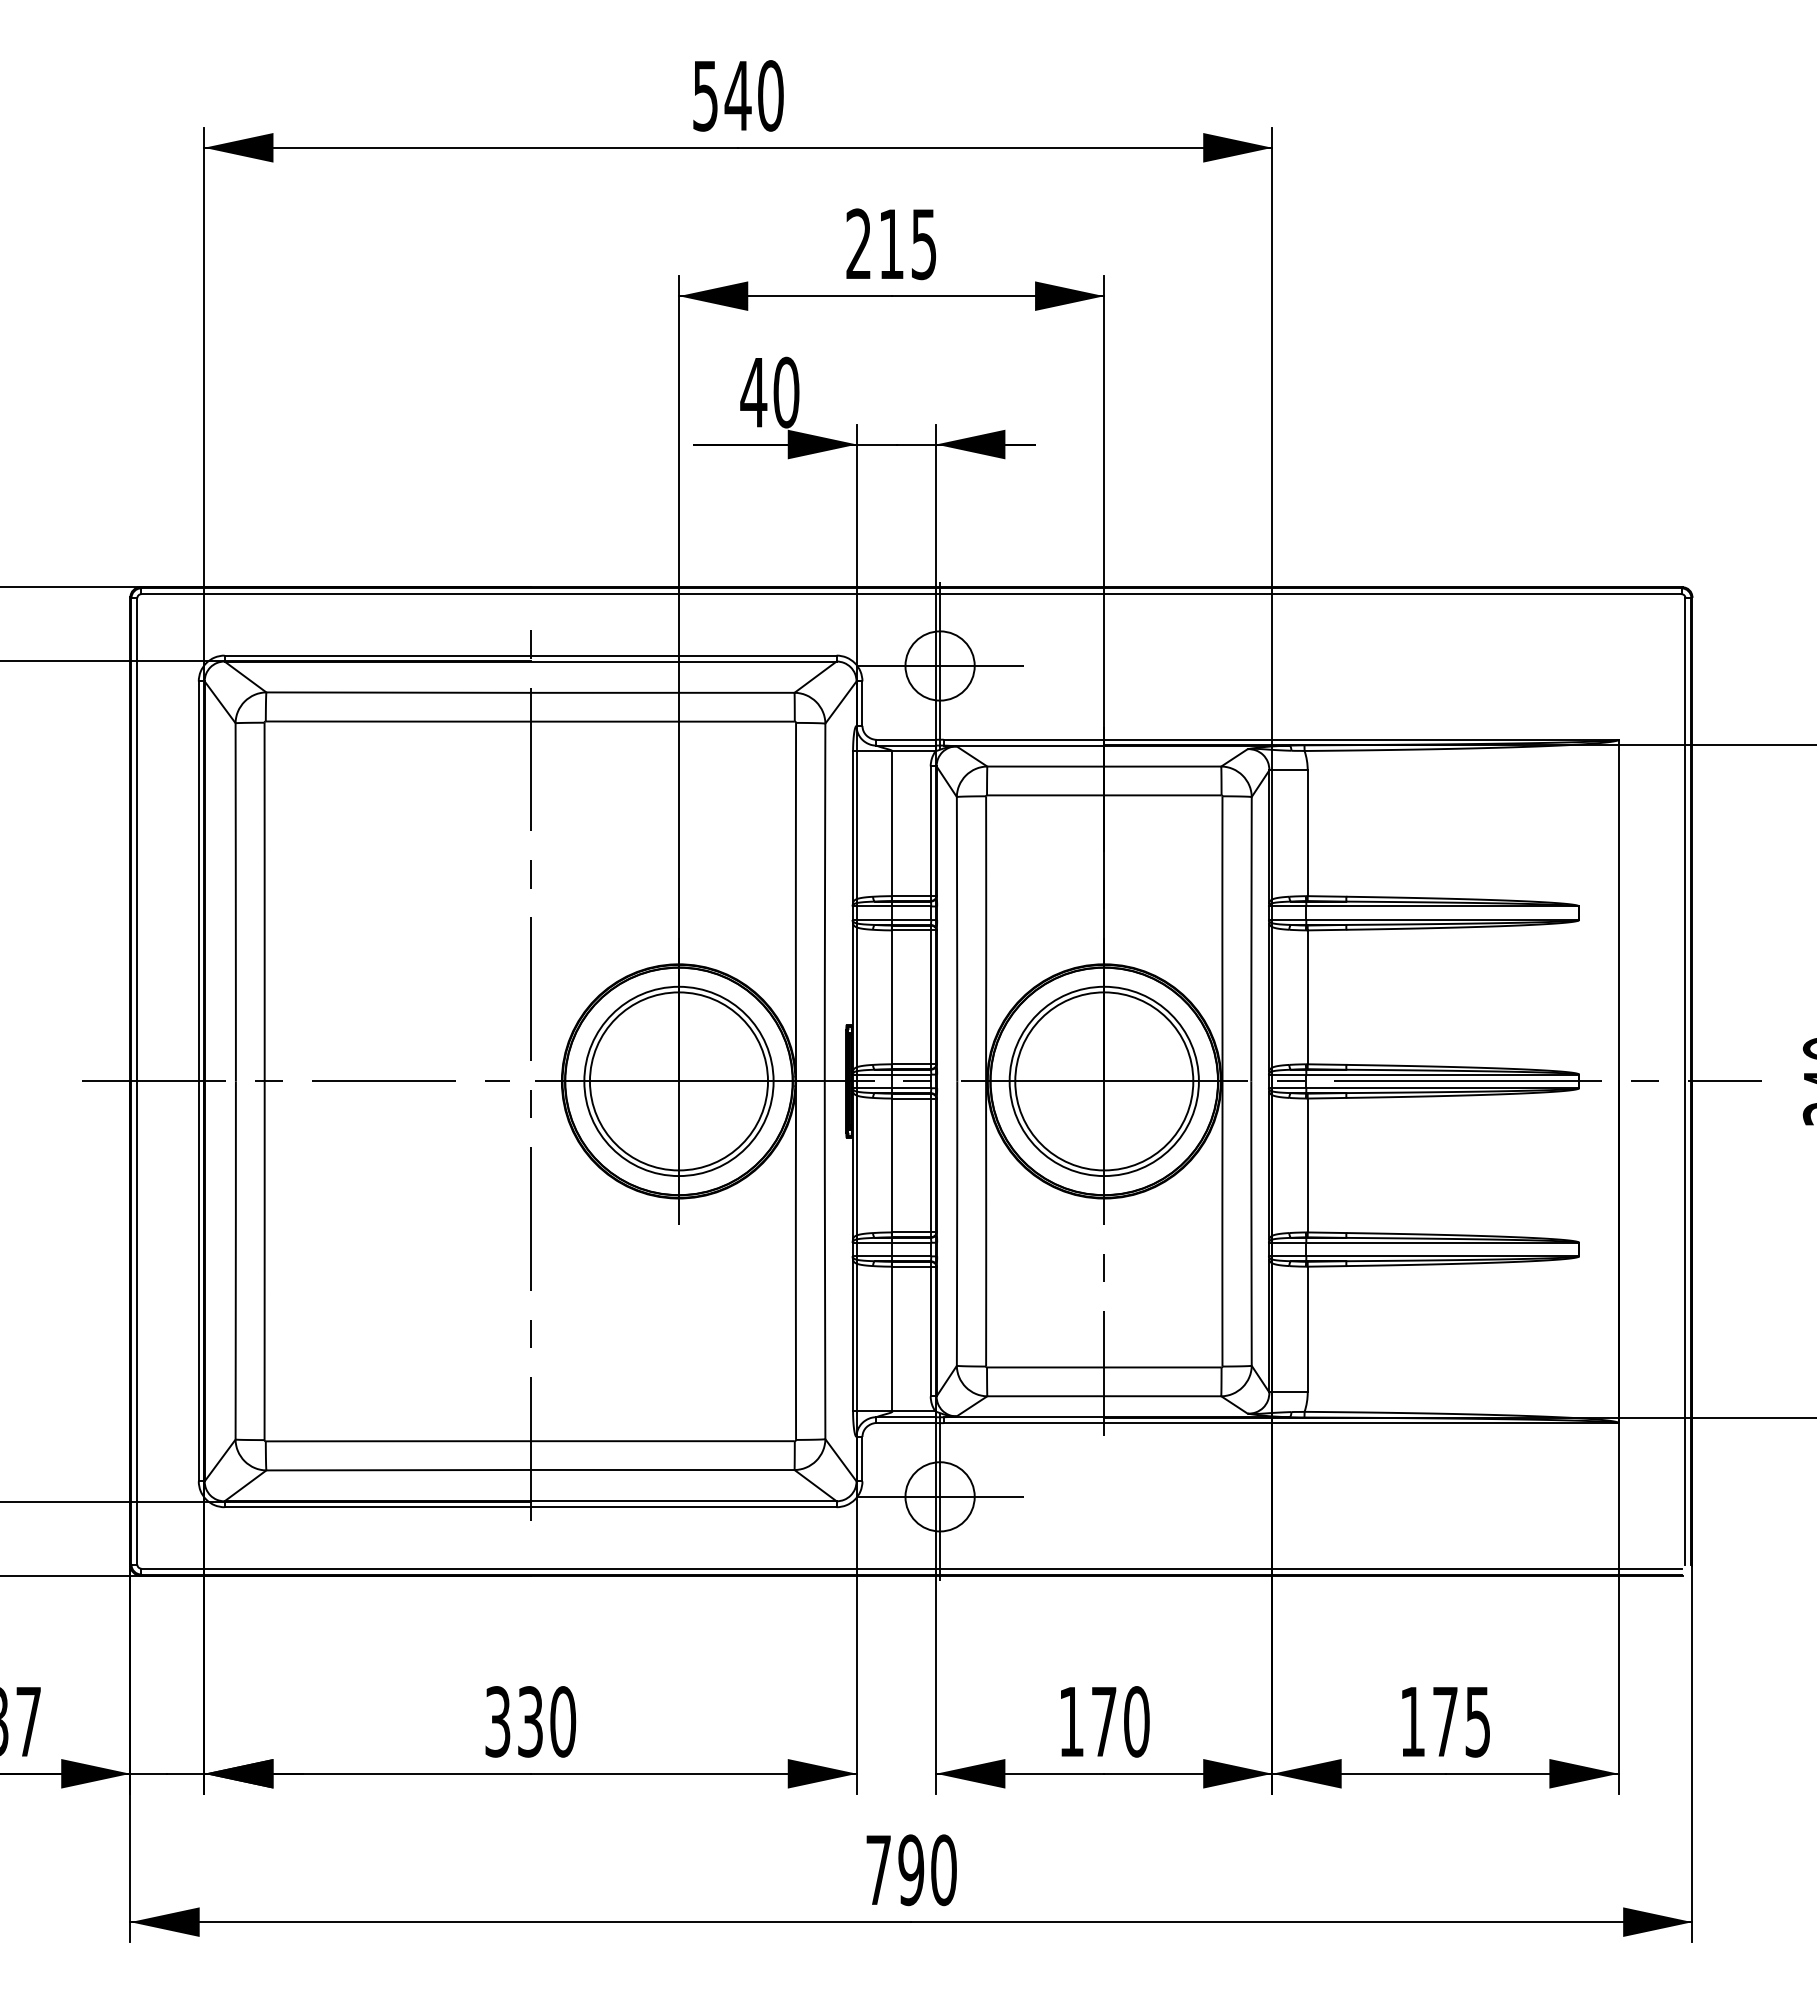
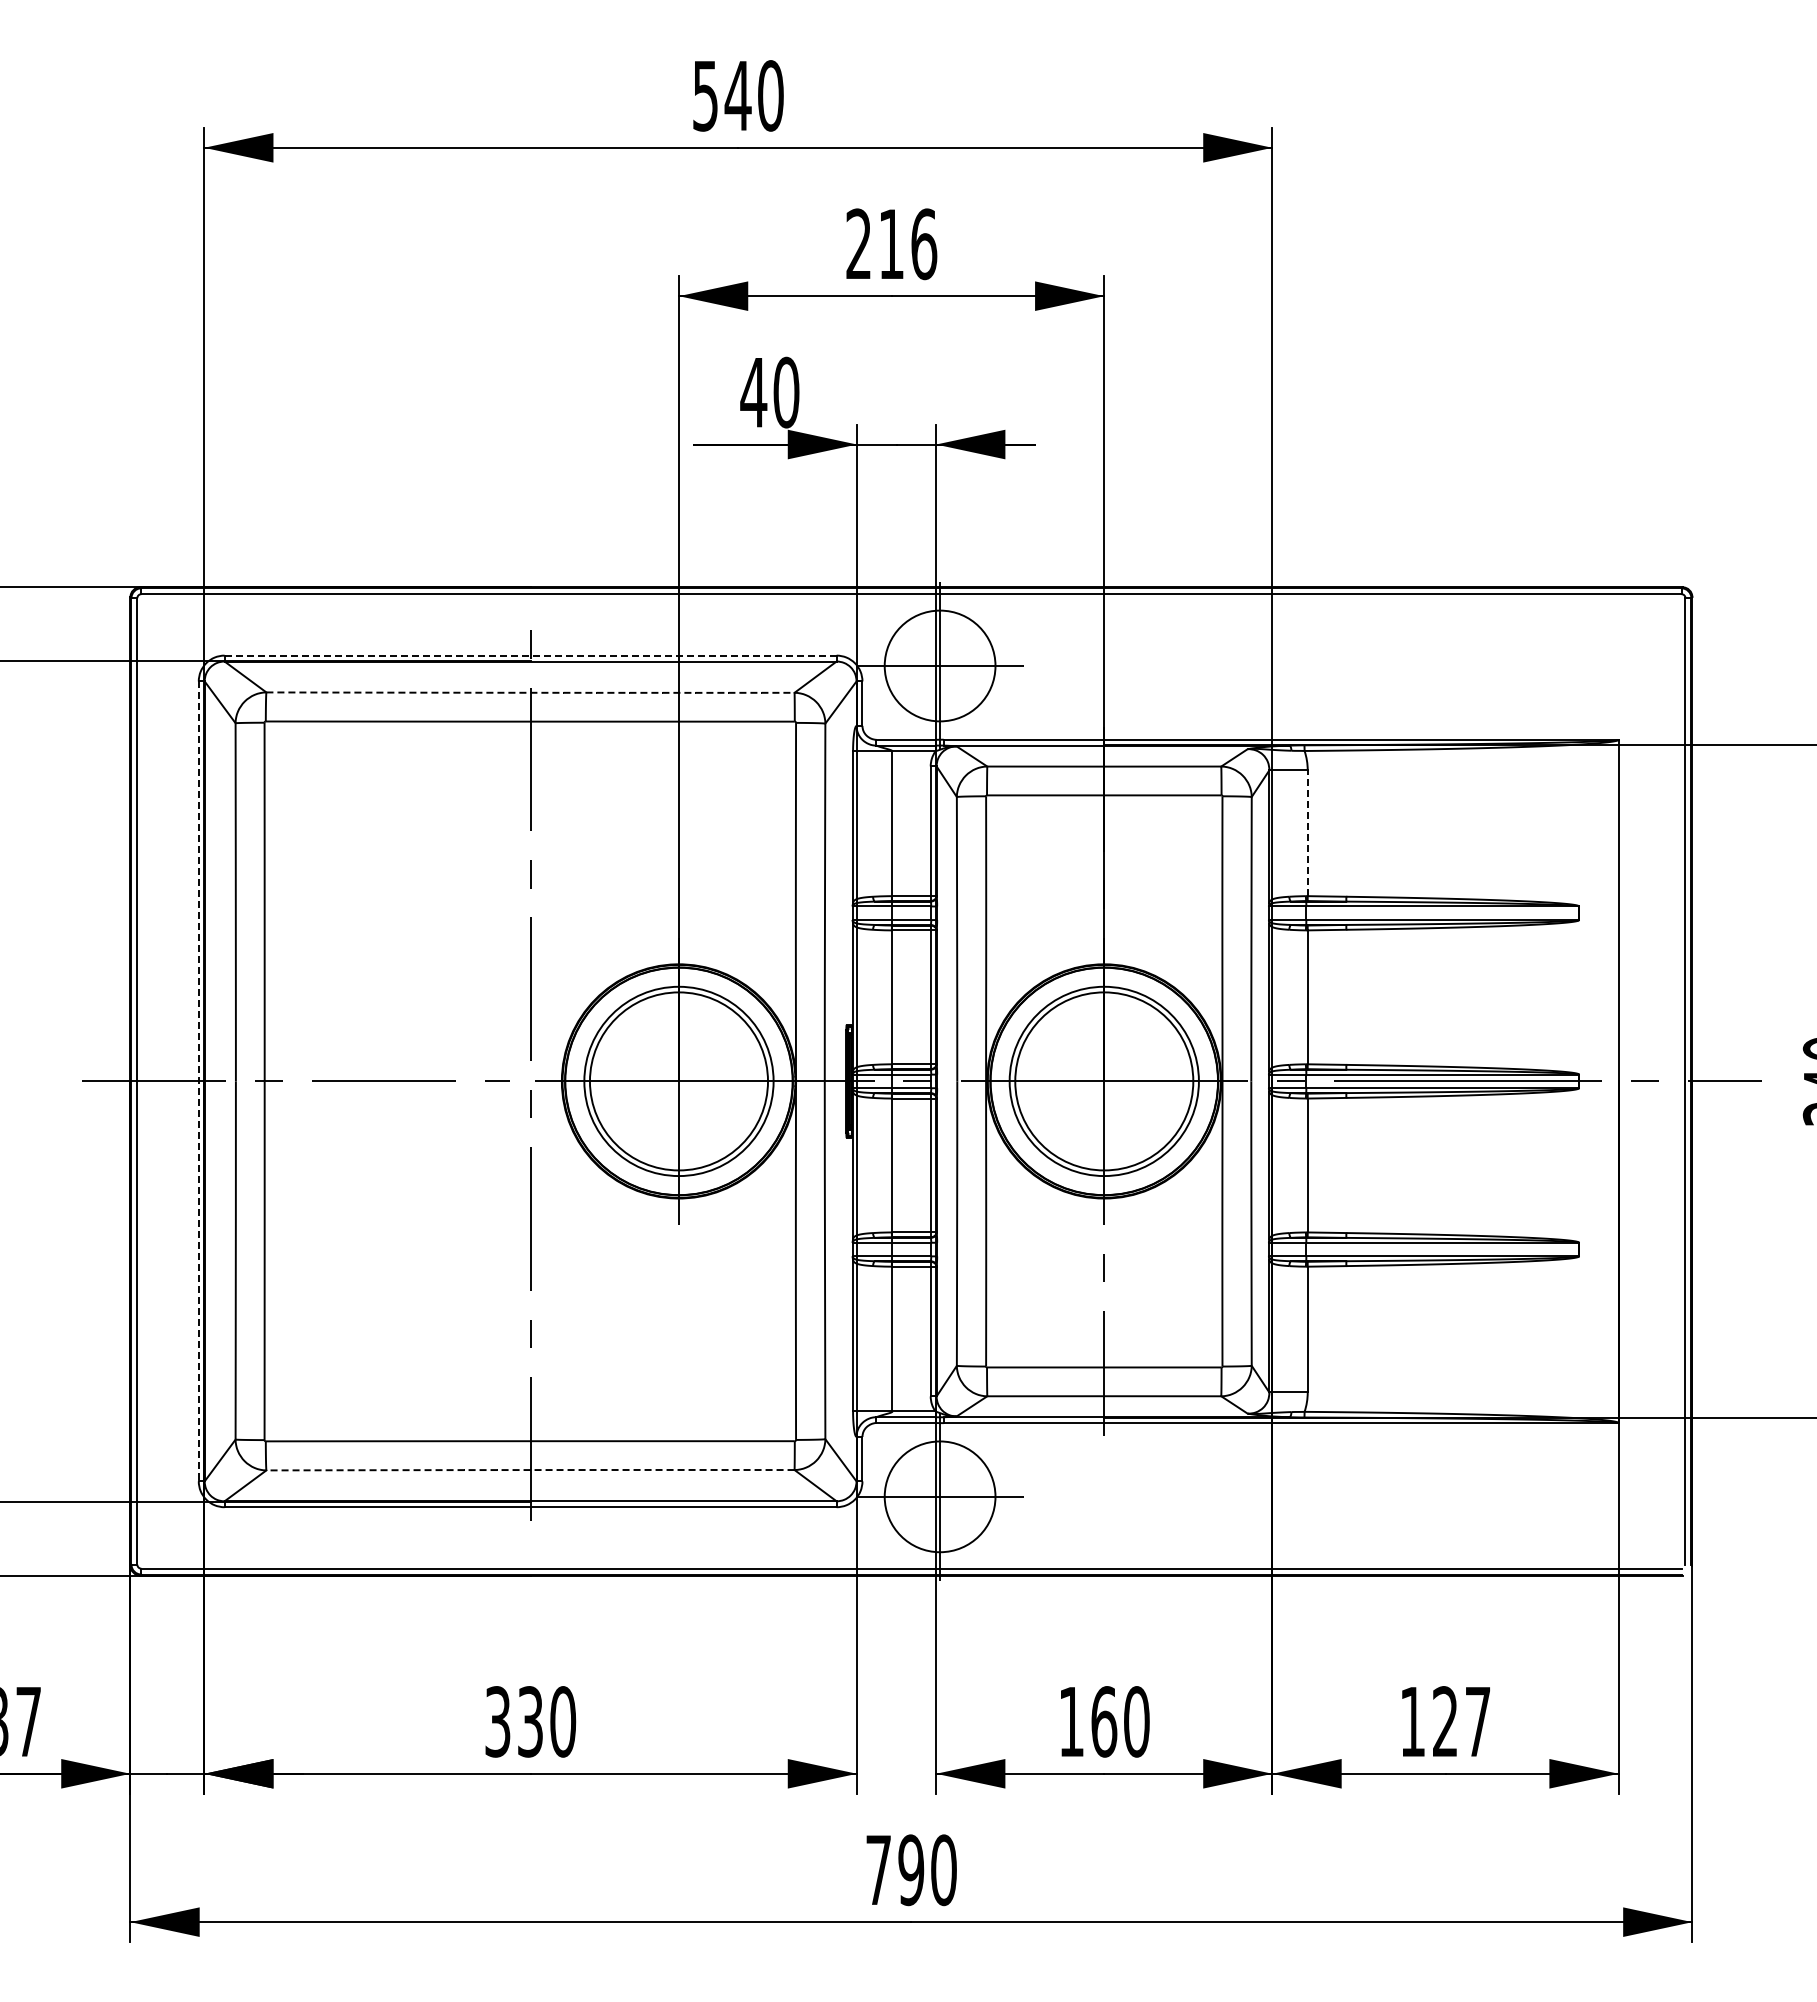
text at (924, 244): 215 -> 216
line at (530, 655): solid -> dashed
circle at (939, 665) diameter: 69 px -> 111 px
arc at (530, 692): solid -> dashed
line at (1307, 833): solid -> dashed
line at (198, 1081): solid -> dashed
arc at (530, 1470): solid -> dashed
circle at (939, 1496) diameter: 69 px -> 111 px
text at (1104, 1721): 170 -> 160
text at (1461, 1721): 175 -> 127
